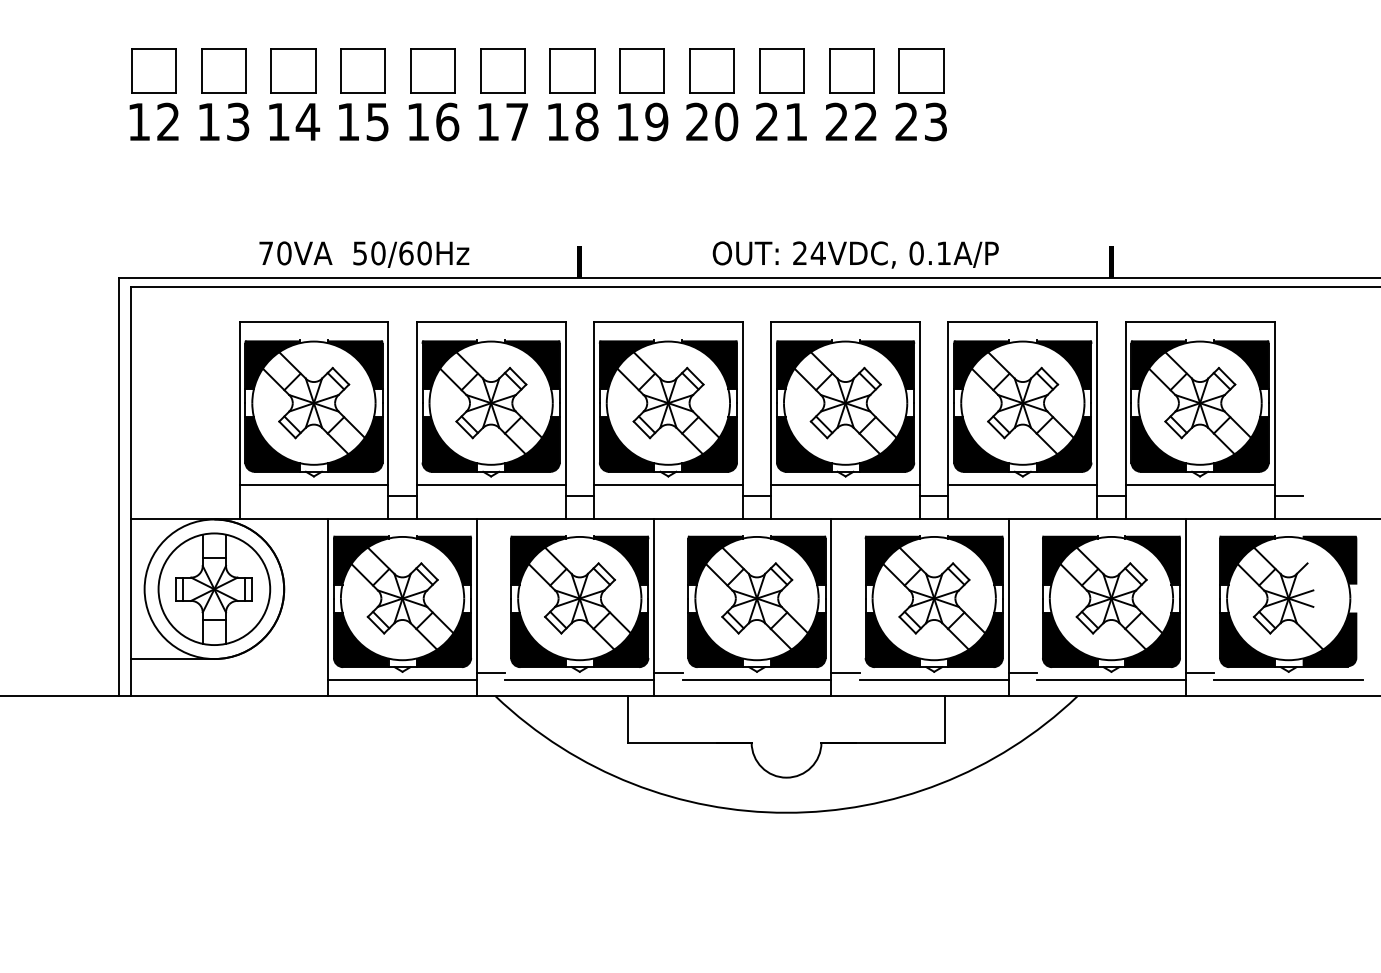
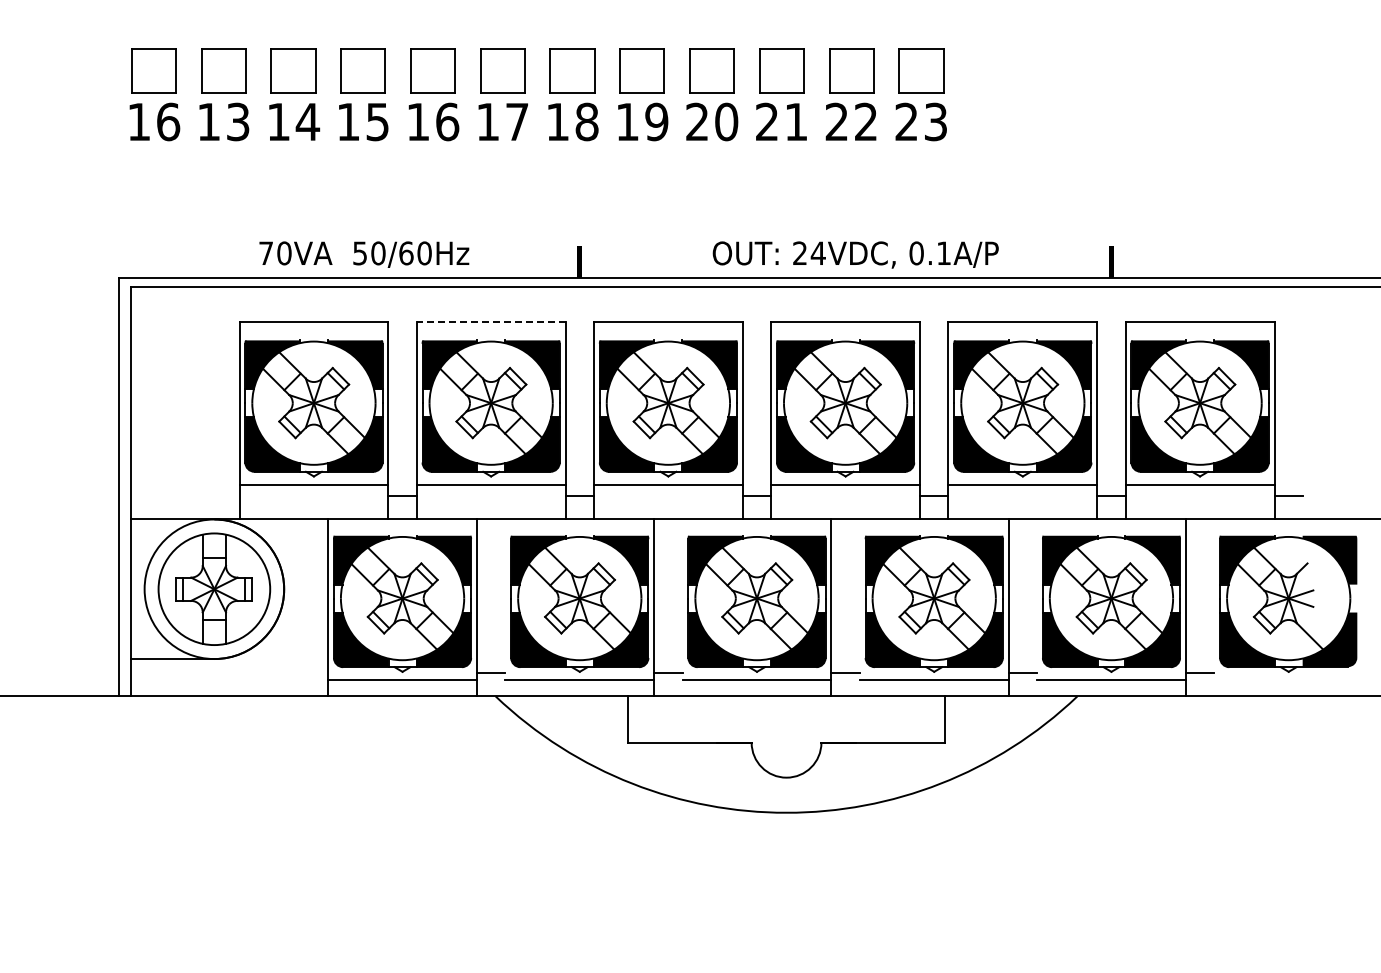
text at (168, 121): 12 -> 16
line at (490, 321): solid -> dashed
line at (1288, 679): present -> none
